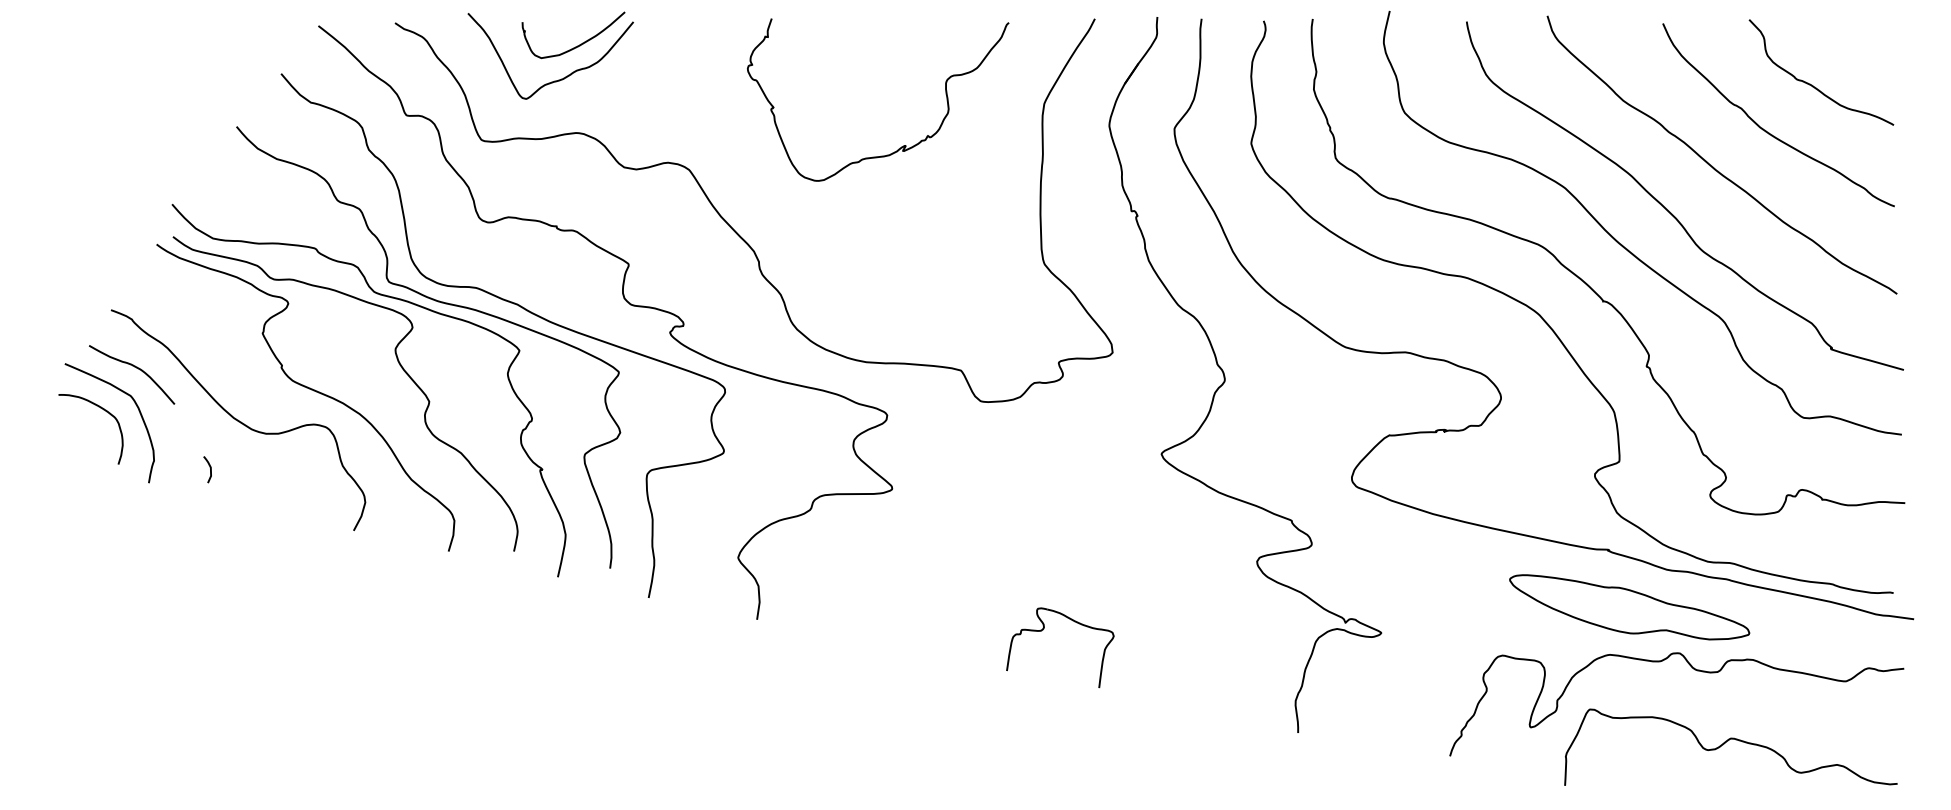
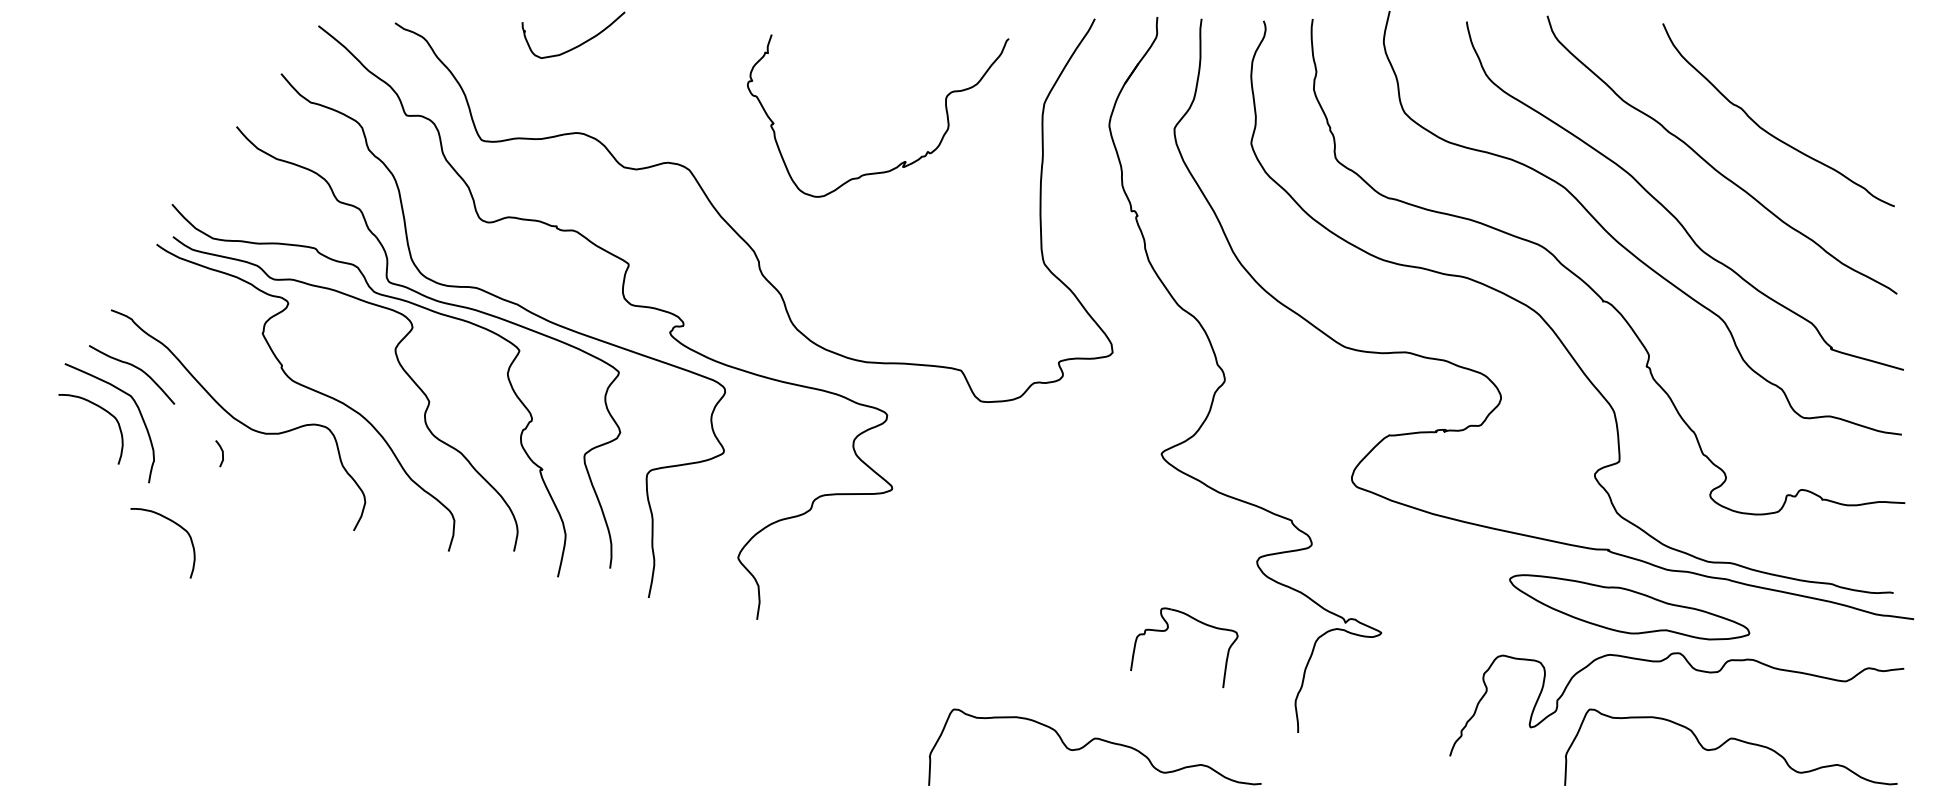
curve at (554, 80): present -> none
curve at (1813, 85): present -> none
curve at (901, 146) position: (901, 146) -> (901, 162)
curve at (209, 467) position: (209, 467) -> (221, 451)
curve at (175, 524): none -> present
part at (1043, 630) position: (1043, 630) -> (1167, 630)
curve at (1092, 741): none -> present
